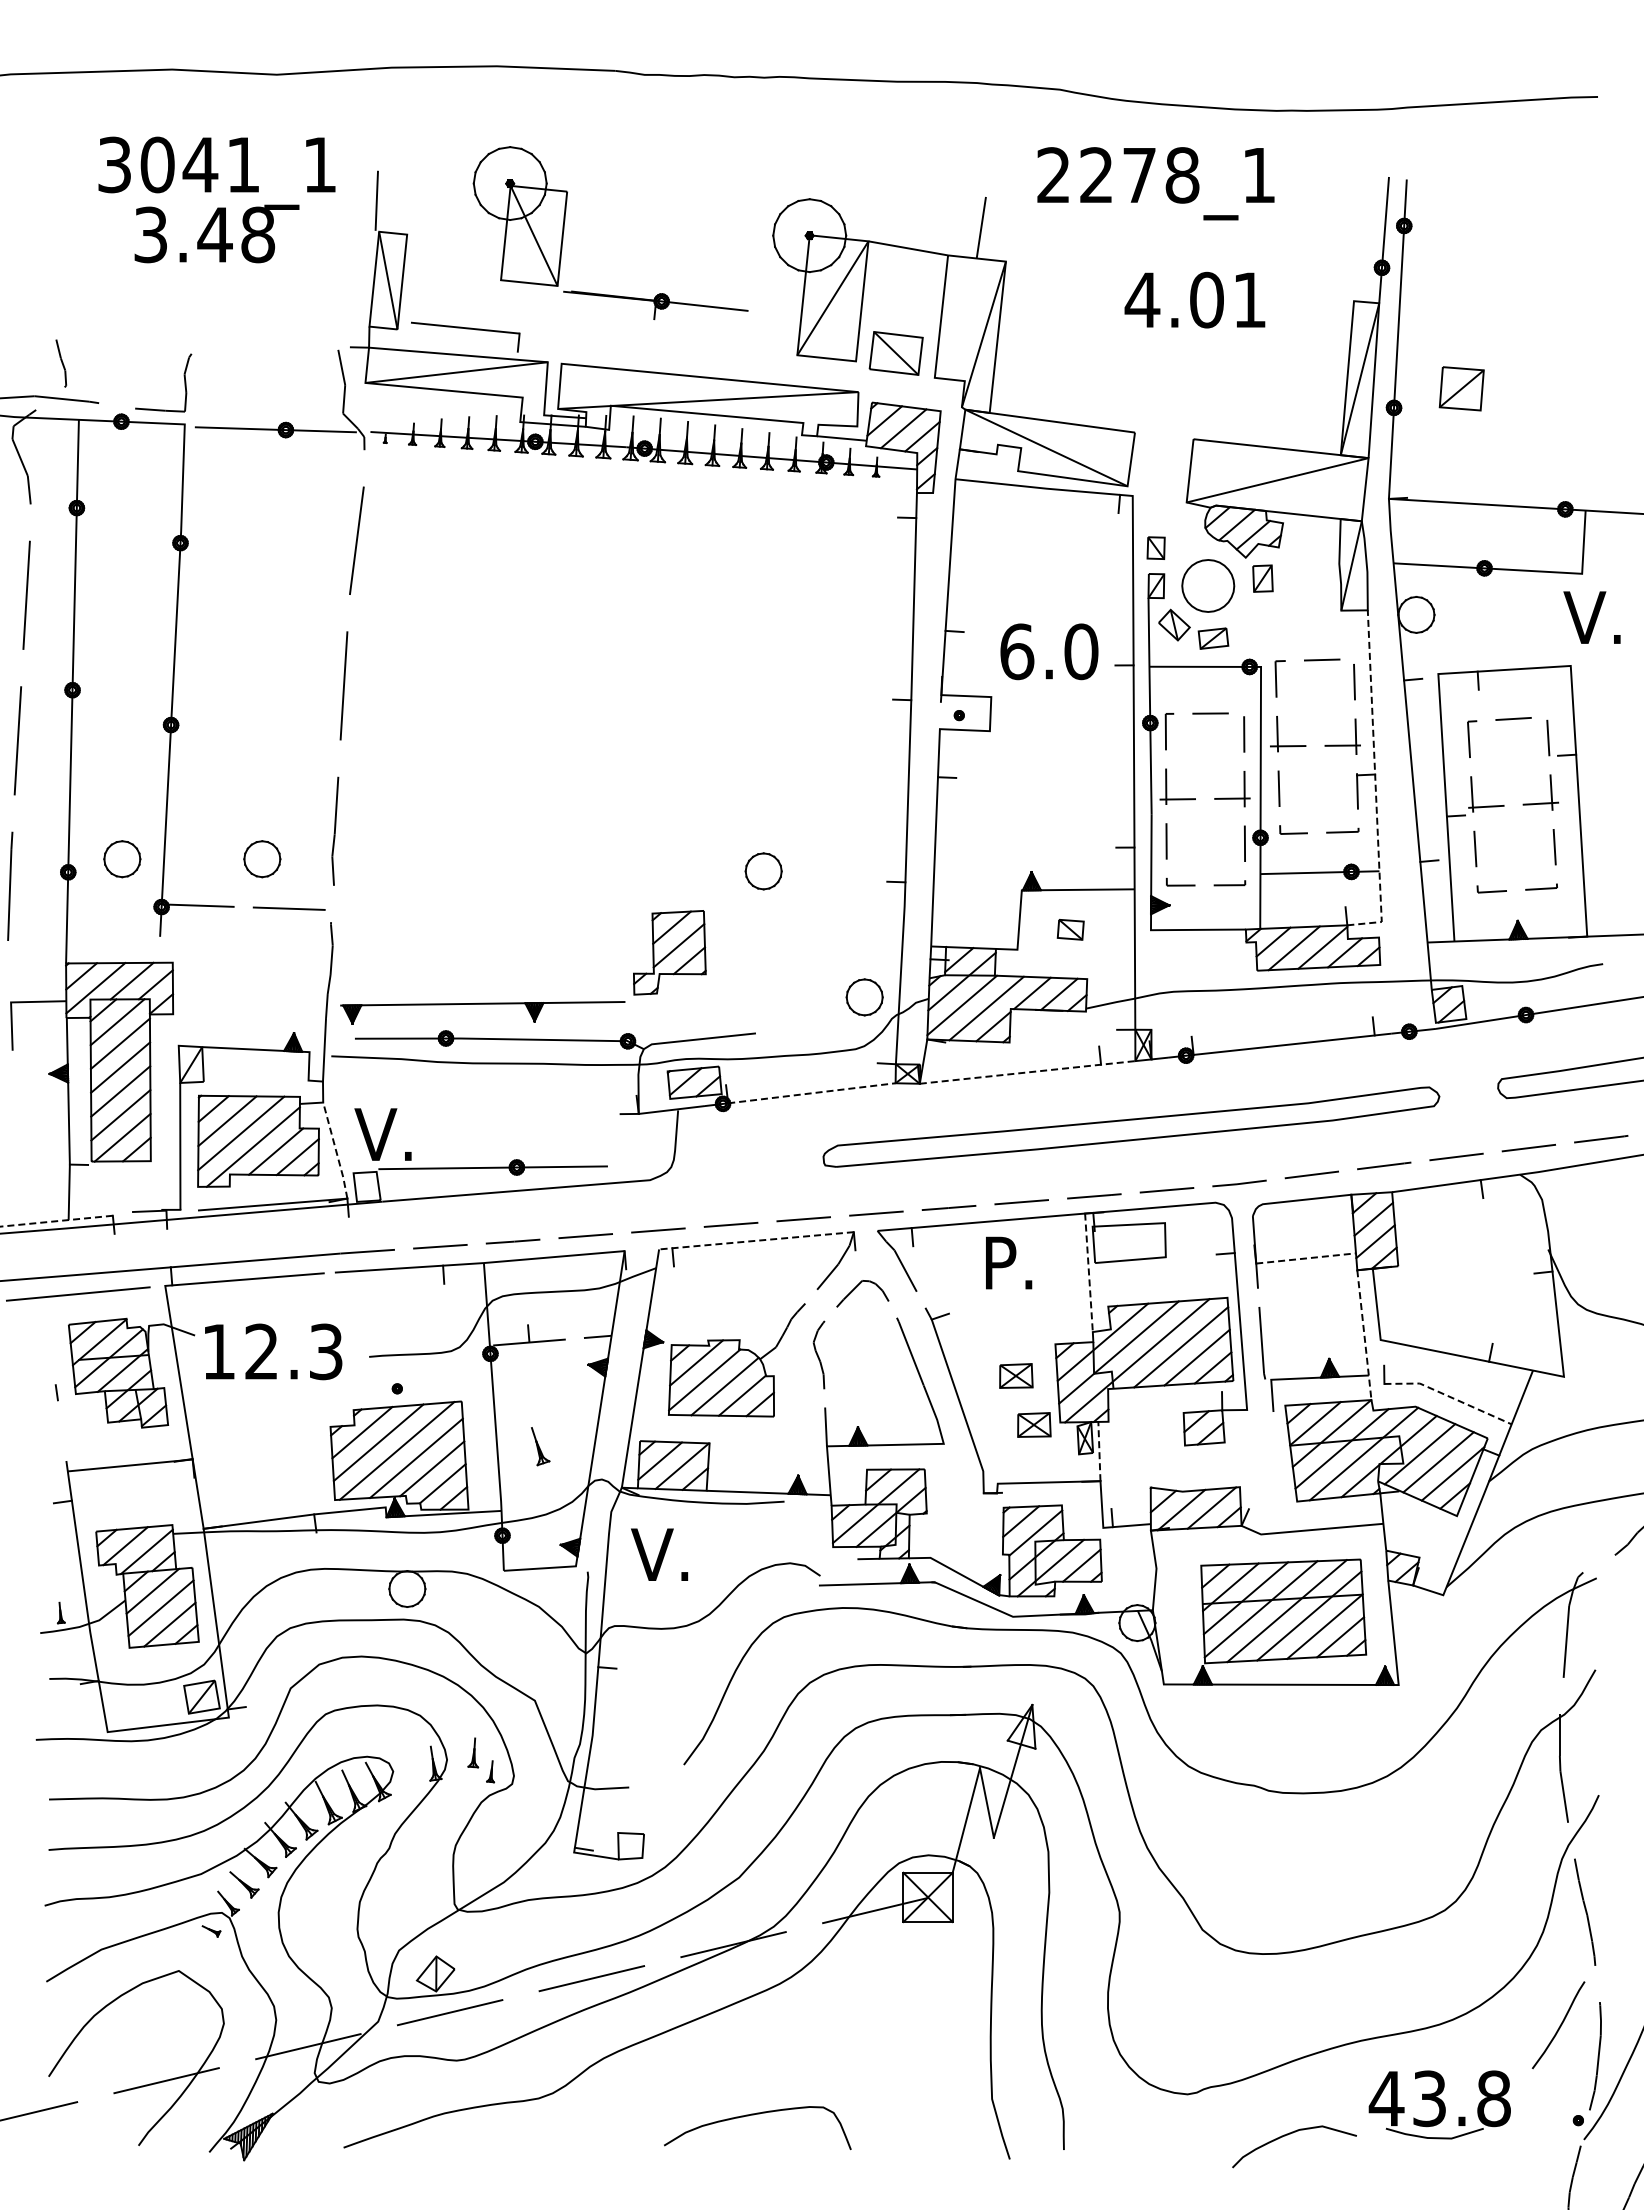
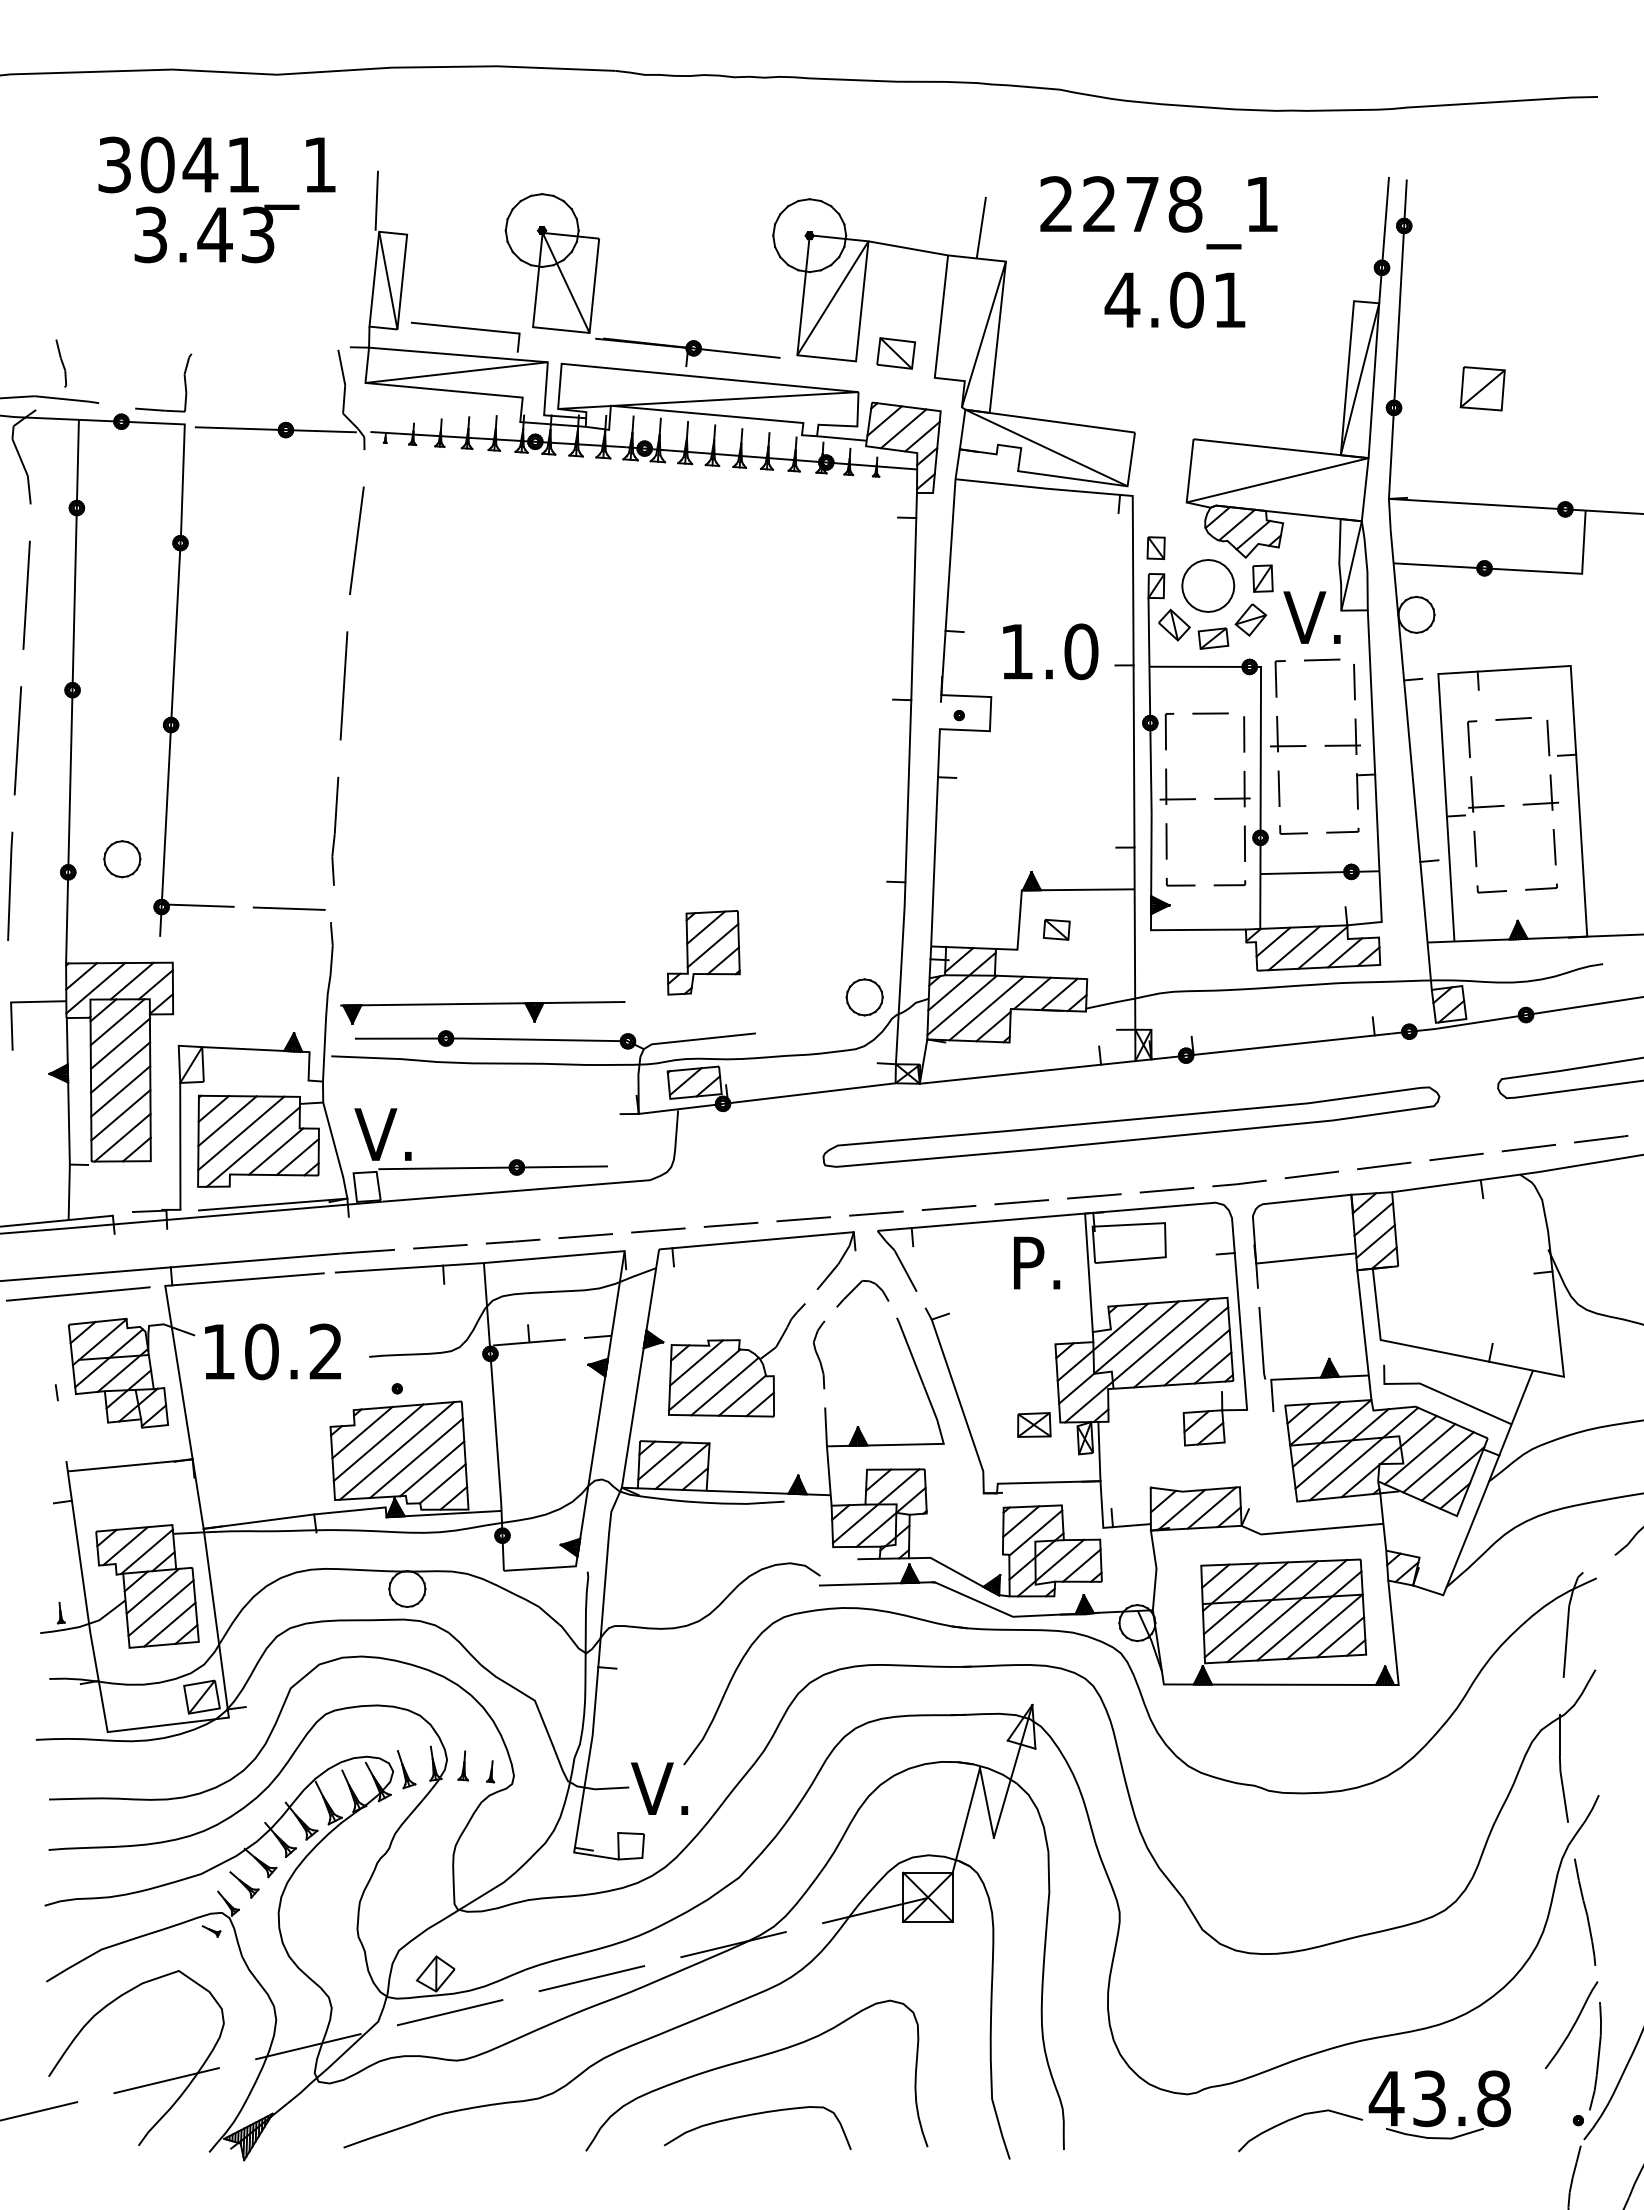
text at (1155, 183) position: (1155, 183) -> (1158, 212)
part at (564, 230) position: (564, 230) -> (596, 277)
text at (258, 234): 3.48 -> 3.43
text at (1194, 299) position: (1194, 299) -> (1174, 299)
part at (895, 353) size: 56x45 px -> 40x33 px
part at (1461, 388) position: (1461, 388) -> (1482, 388)
text at (1591, 617) position: (1591, 617) -> (1311, 617)
part at (1250, 619): none -> present
text at (1017, 651): 6.0 -> 1.0
line at (1375, 784): dashed -> solid
part at (262, 859): present -> none
part at (763, 871): present -> none
part at (1070, 929) position: (1070, 929) -> (1056, 929)
part at (669, 952) position: (669, 952) -> (703, 952)
line at (1027, 1072): dashed -> solid
line at (812, 1093): dashed -> solid
line at (336, 1150): dashed -> solid
line at (56, 1221): dashed -> solid
line at (756, 1240): dashed -> solid
line at (1306, 1258): dashed -> solid
text at (1009, 1262) position: (1009, 1262) -> (1037, 1262)
line at (1088, 1273): dashed -> solid
line at (1364, 1335): dashed -> solid
text at (293, 1351): 12.3 -> 10.2
part at (1016, 1375): present -> none
line at (1448, 1396): dashed -> solid
part at (540, 1446) position: (540, 1446) -> (406, 1769)
line at (1099, 1451): dashed -> solid
text at (659, 1554) position: (659, 1554) -> (659, 1788)
part at (473, 1752) position: (473, 1752) -> (463, 1765)
curve at (1559, 2025) position: (1559, 2025) -> (1572, 2025)
curve at (753, 2059): none -> present
curve at (1290, 2134) position: (1290, 2134) -> (1296, 2118)
